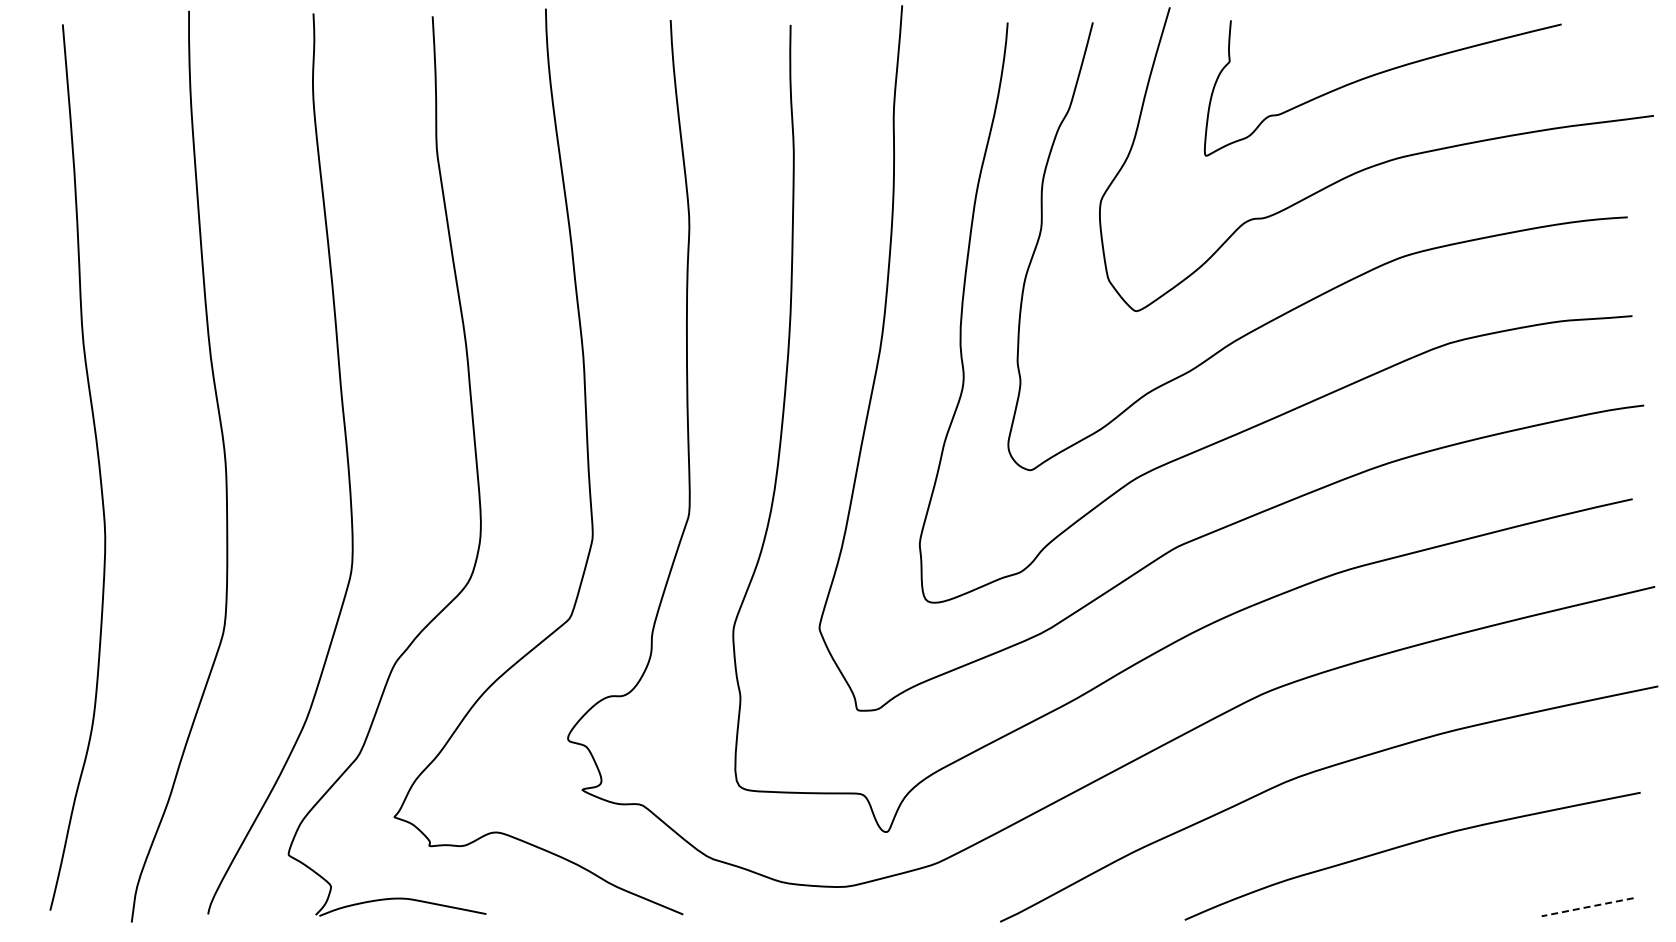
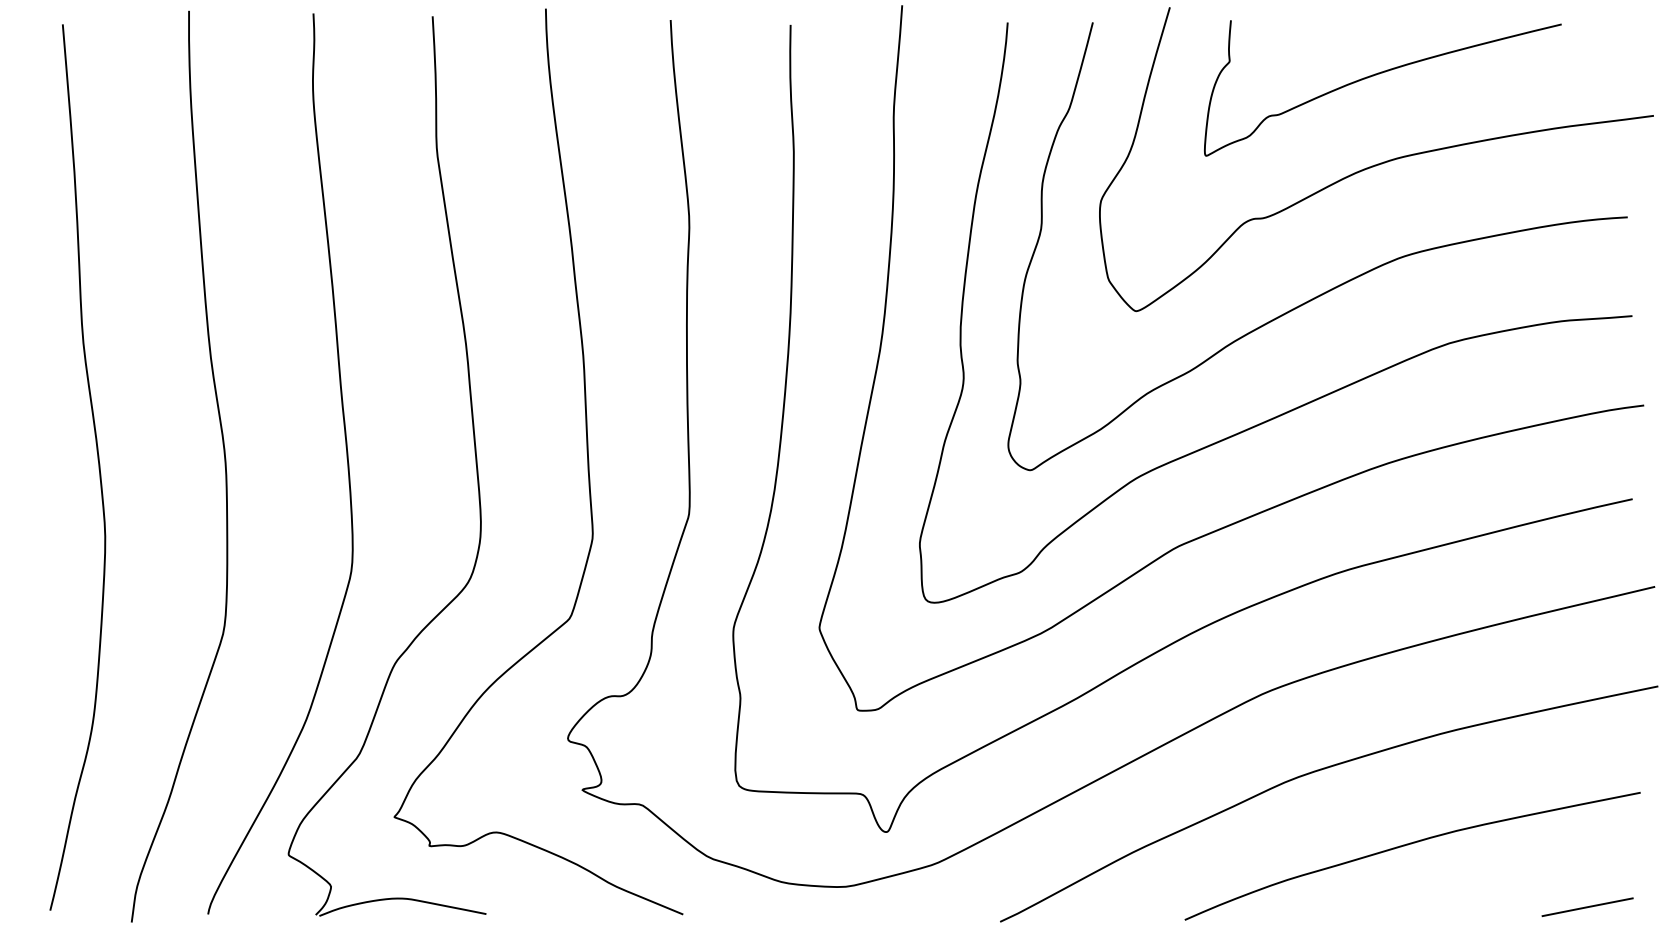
line at (1587, 907): dashed -> solid
